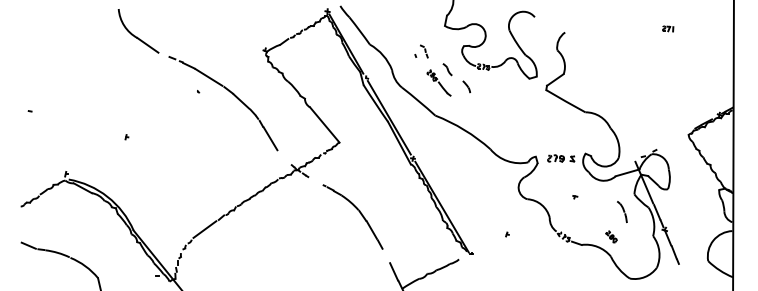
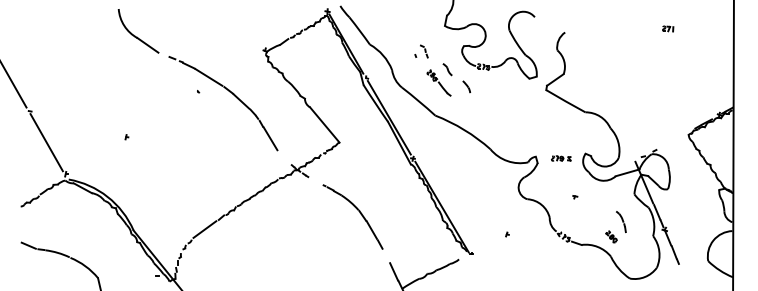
line at (14, 85): none -> present
line at (46, 142): none -> present
part at (561, 158) size: 29x9 px -> 21x7 px
part at (622, 211) position: (622, 211) -> (621, 221)
